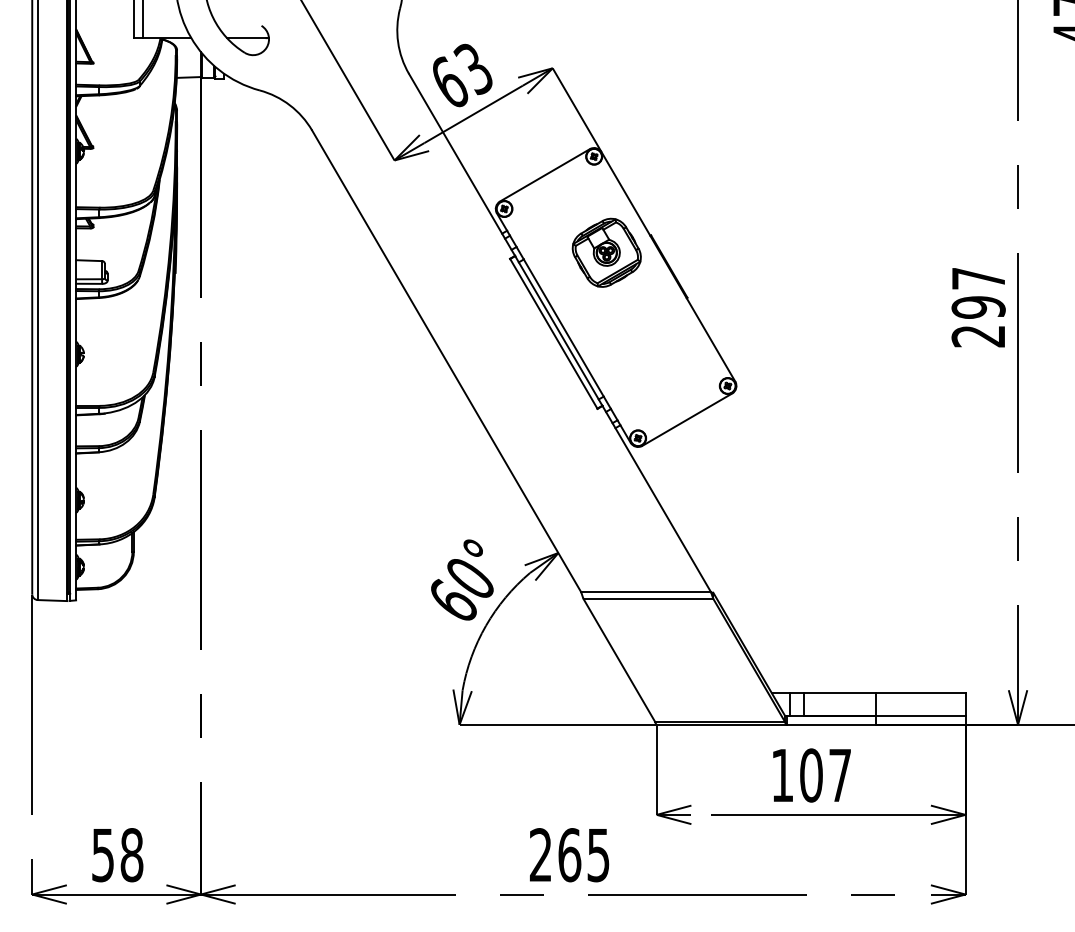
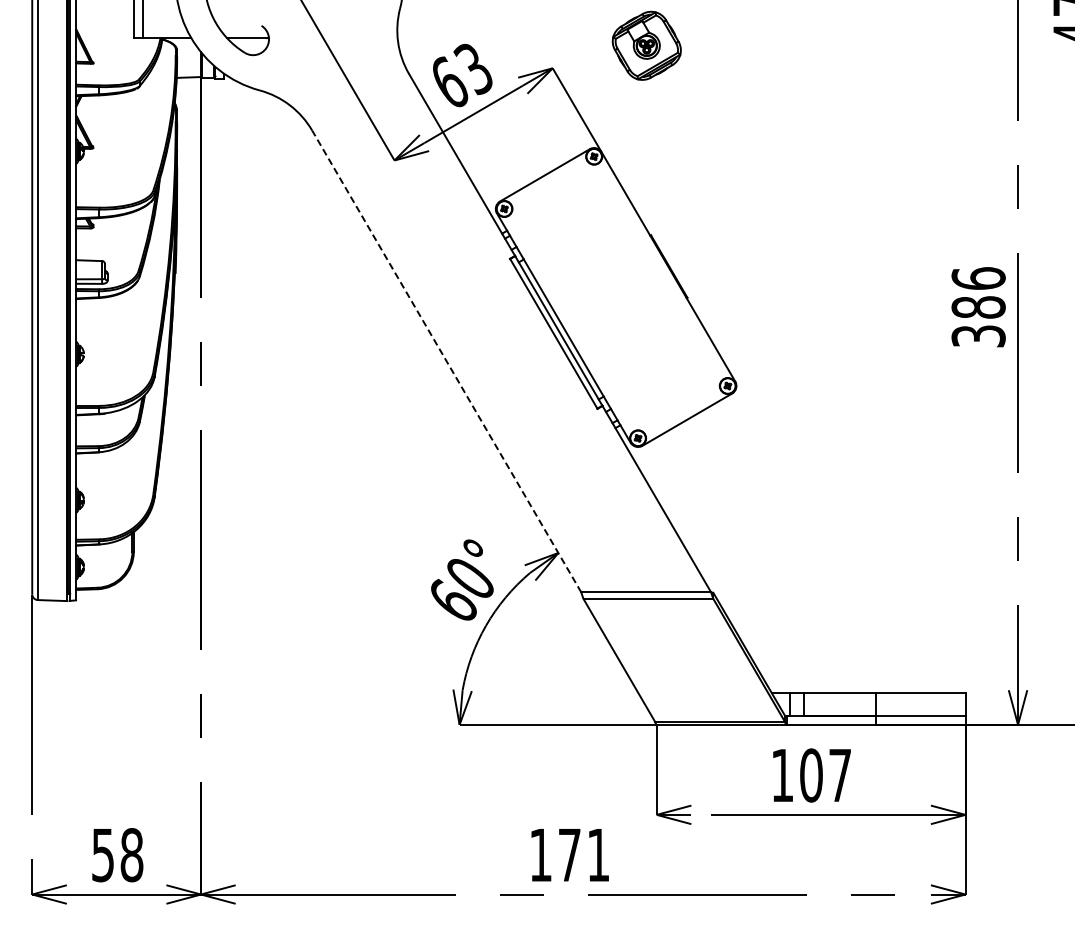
part at (606, 252) position: (606, 252) -> (646, 45)
text at (978, 307): 297 -> 386
line at (446, 361): solid -> dashed
text at (569, 855): 265 -> 171
